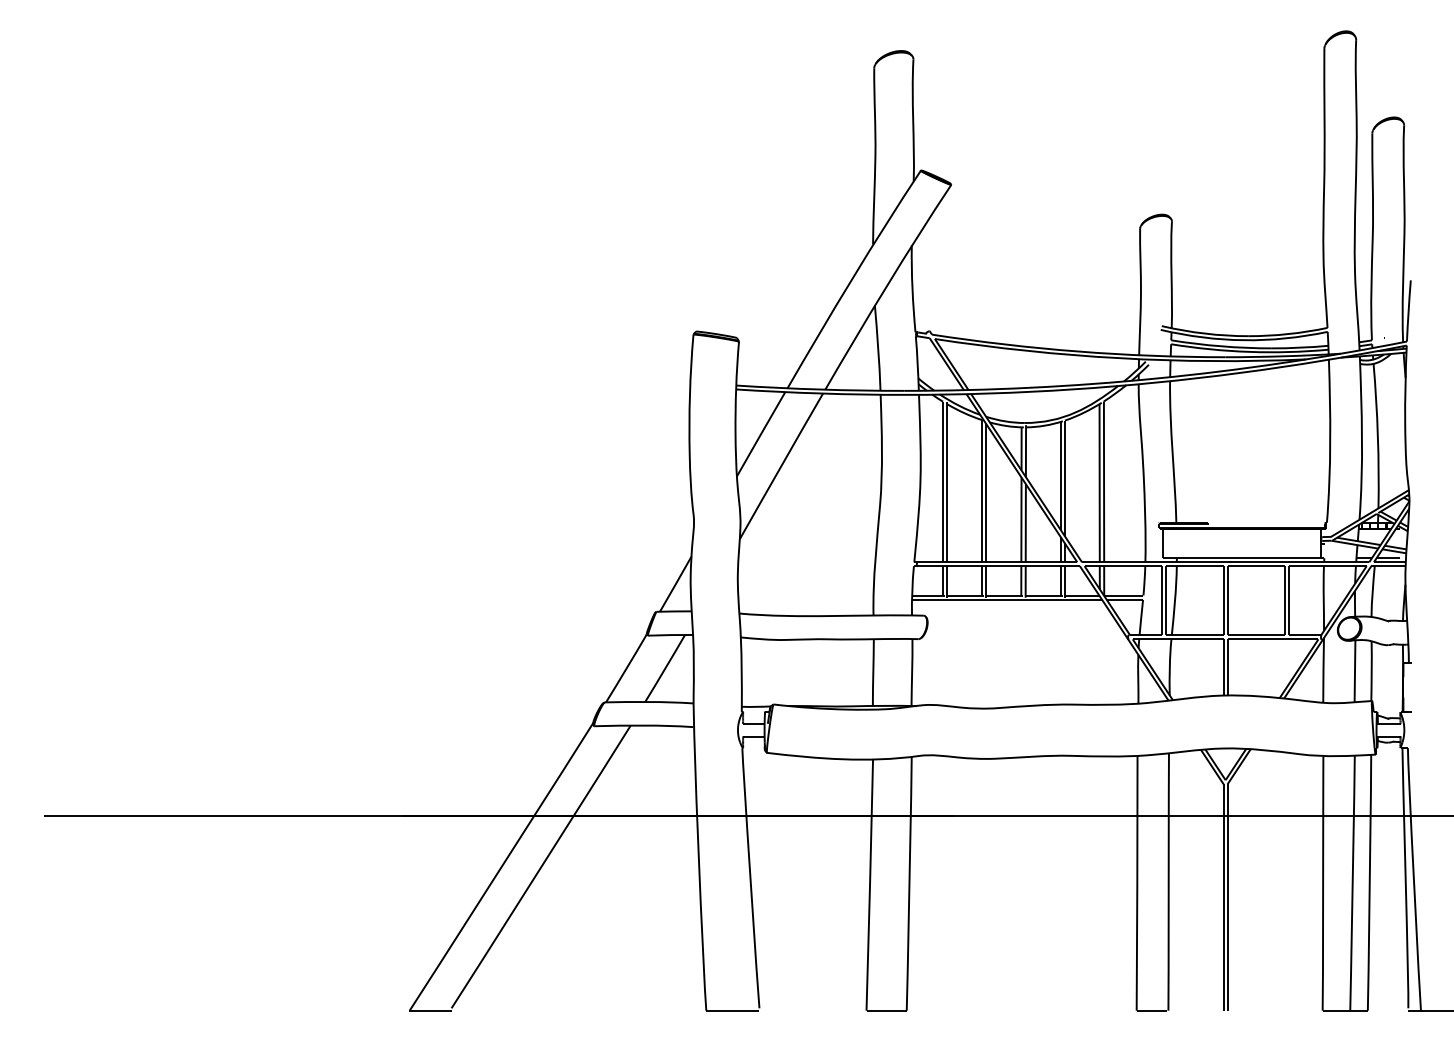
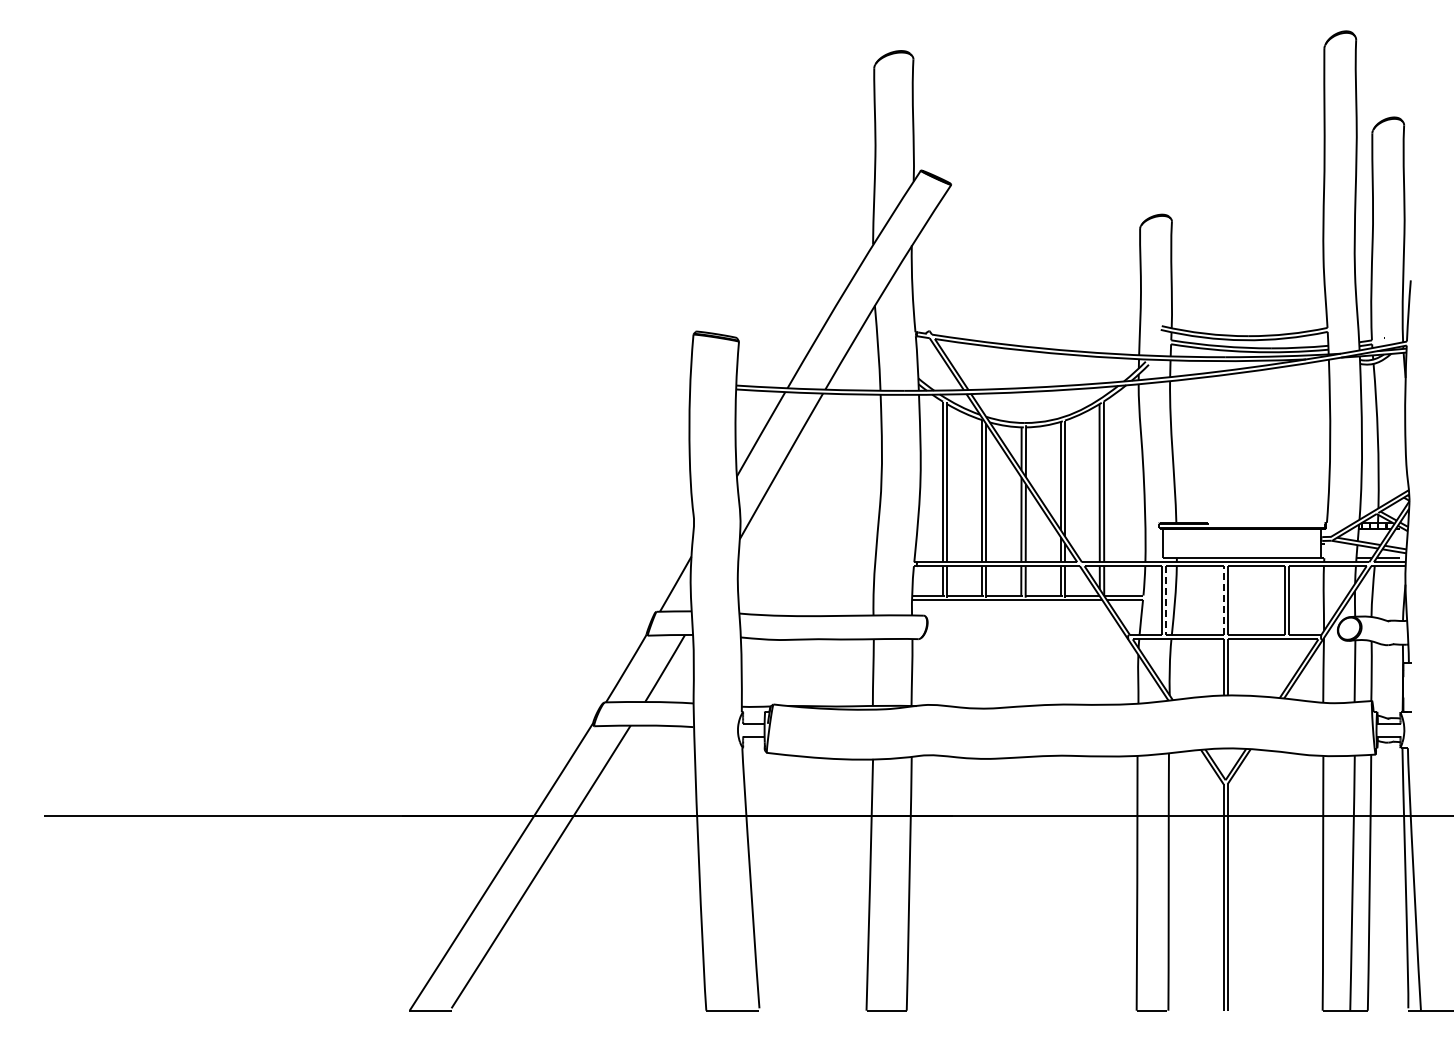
line at (1166, 600): solid -> dashed
line at (1223, 600): solid -> dashed
